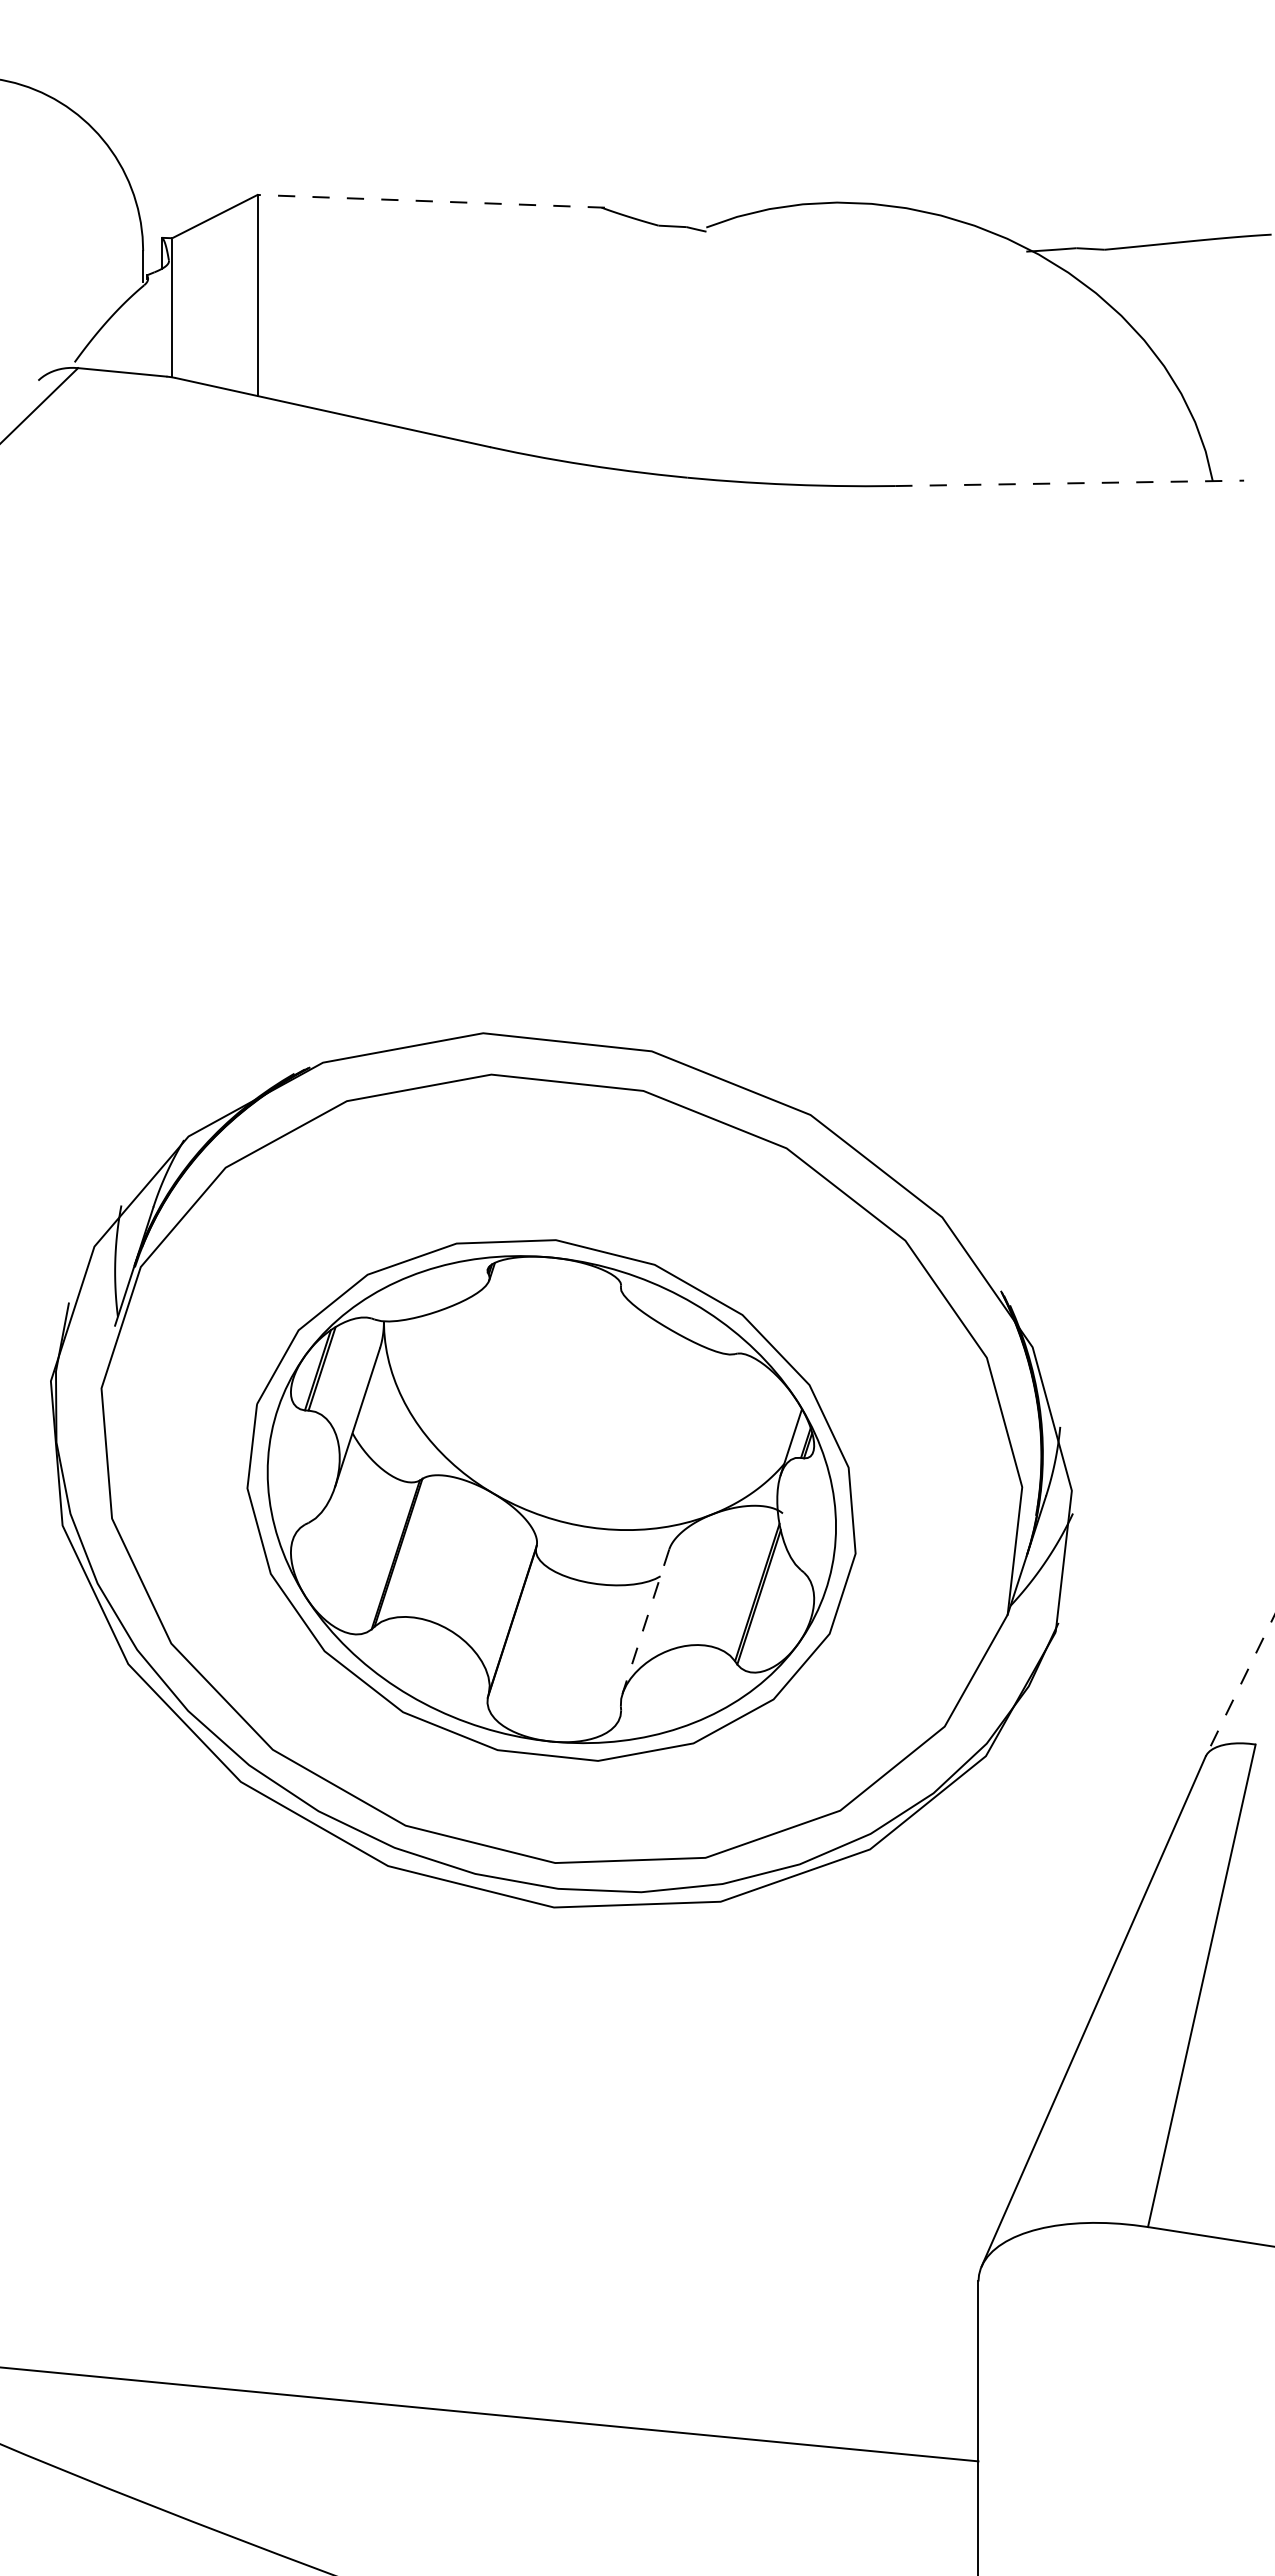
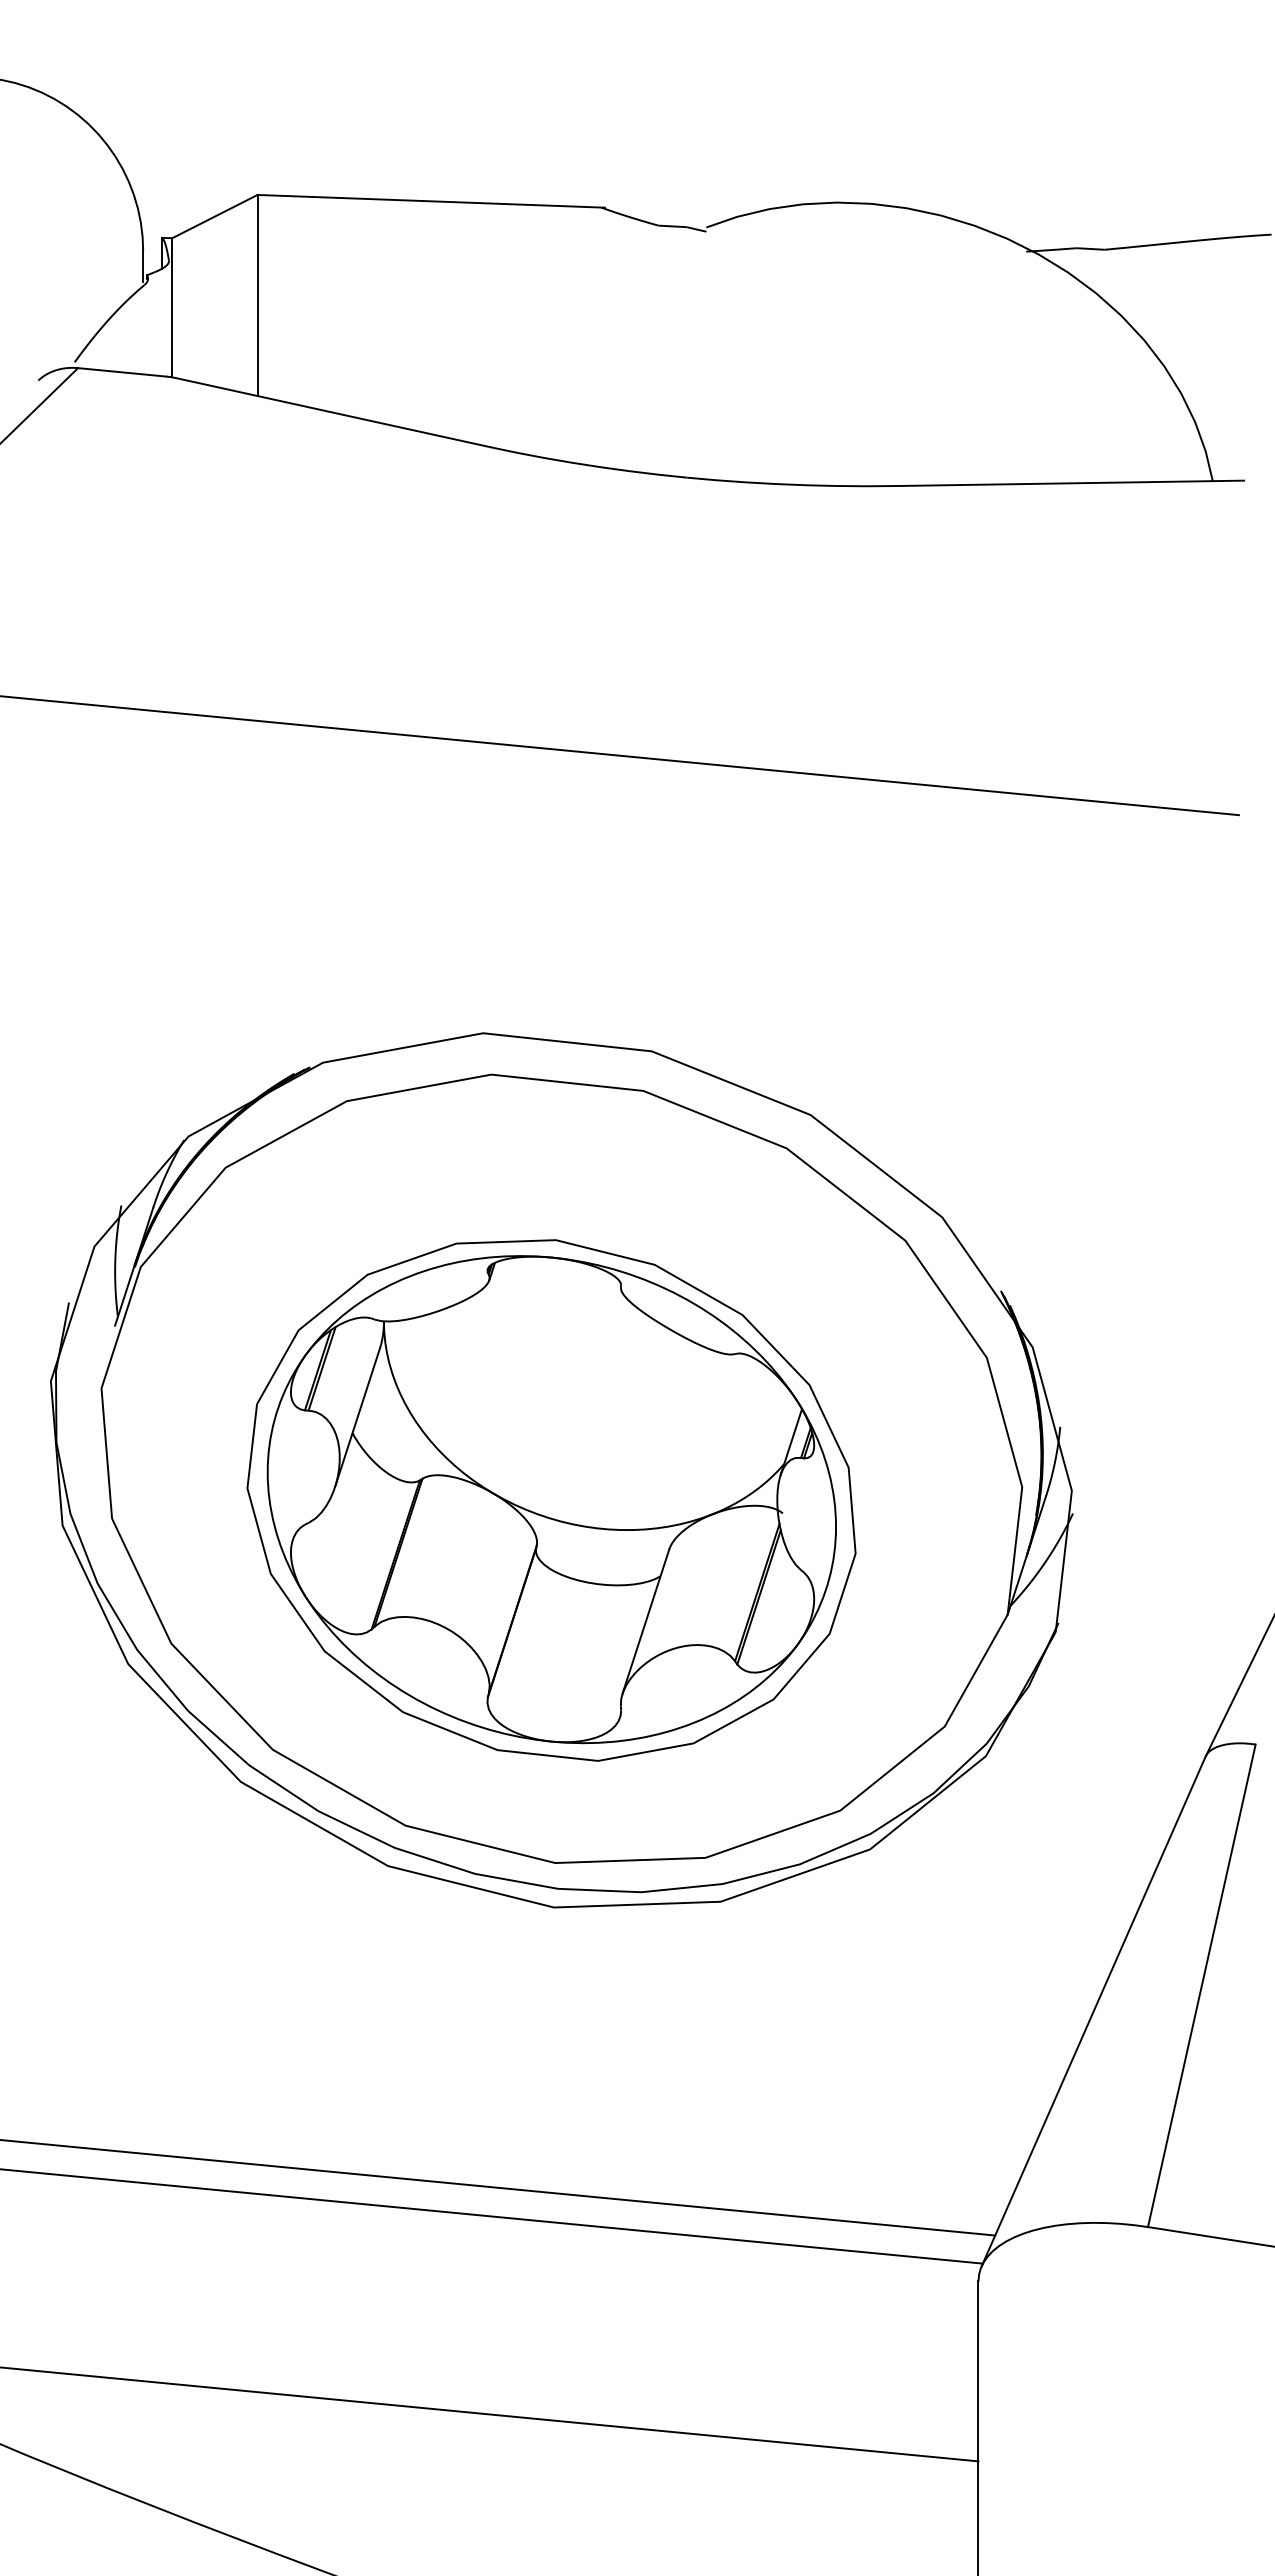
line at (431, 201): dashed -> solid
line at (1070, 483): dashed -> solid
line at (620, 755): none -> present
line at (645, 1621): dashed -> solid
line at (1240, 1685): dashed -> solid
line at (498, 2187): none -> present
line at (492, 2216): none -> present
